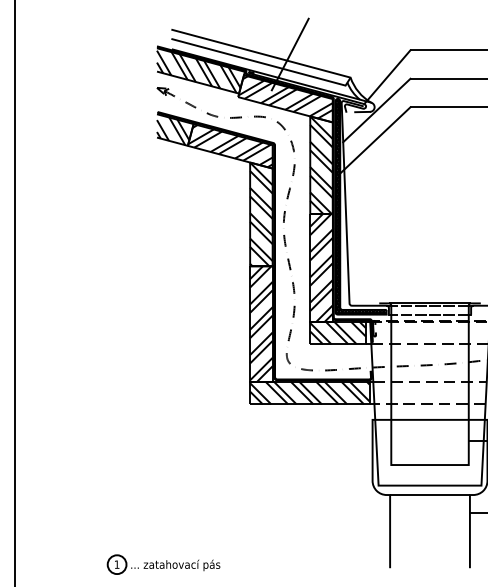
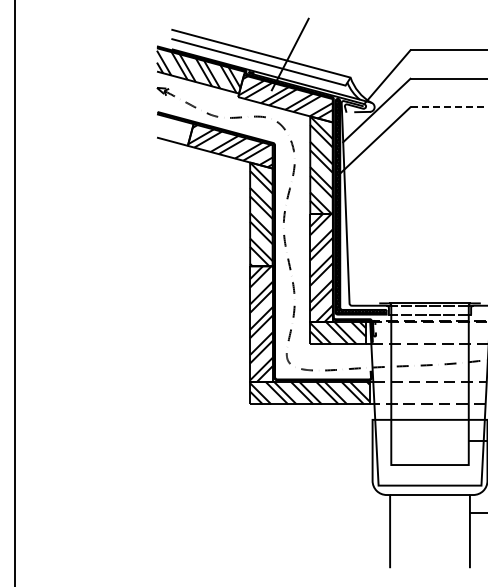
line at (449, 107): solid -> dashed
hatch at (173, 131): present -> none
part at (163, 564): present -> none
